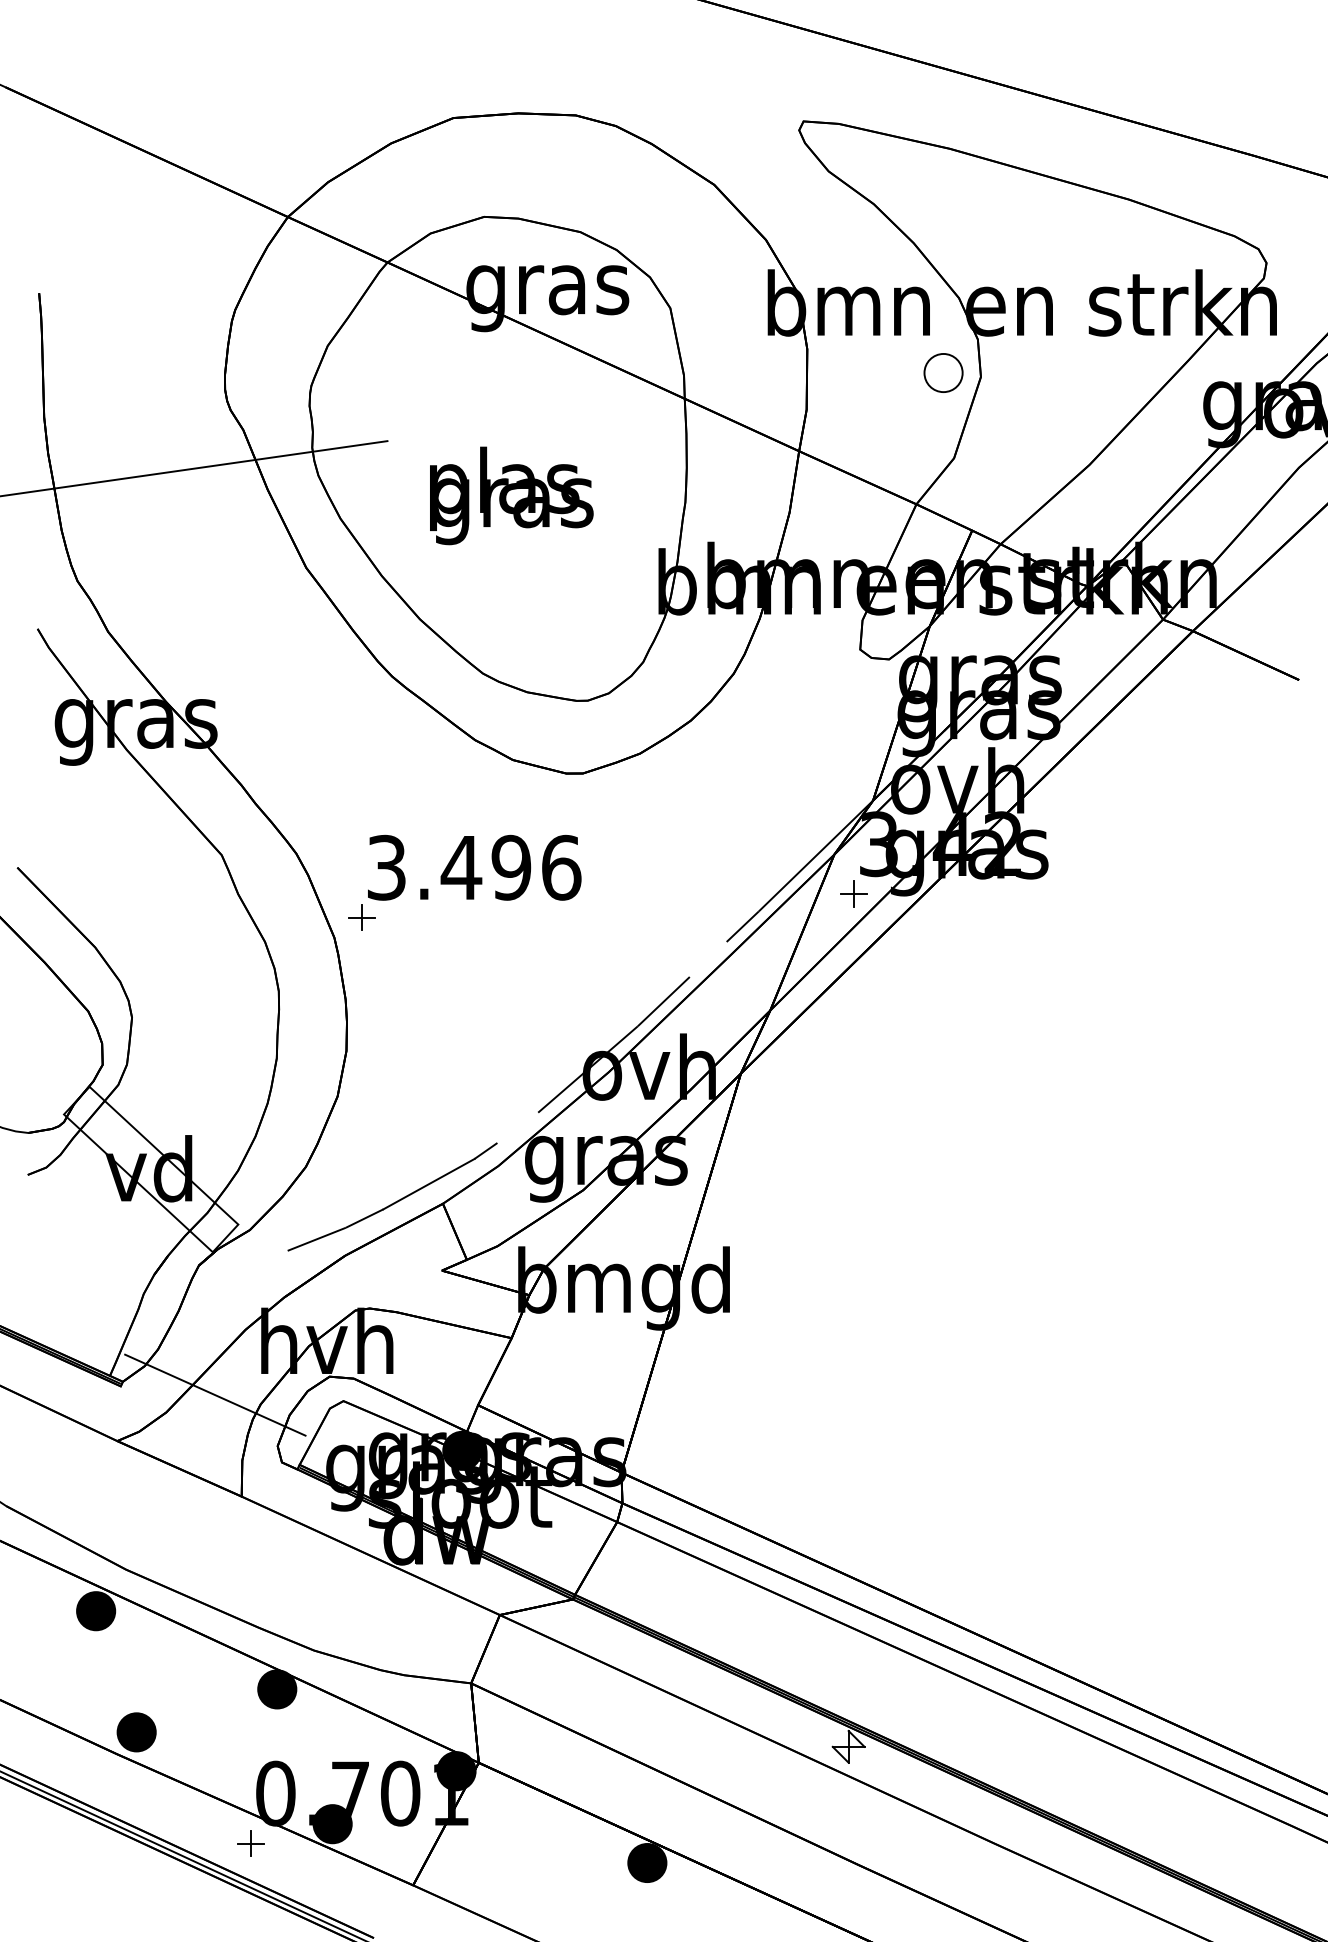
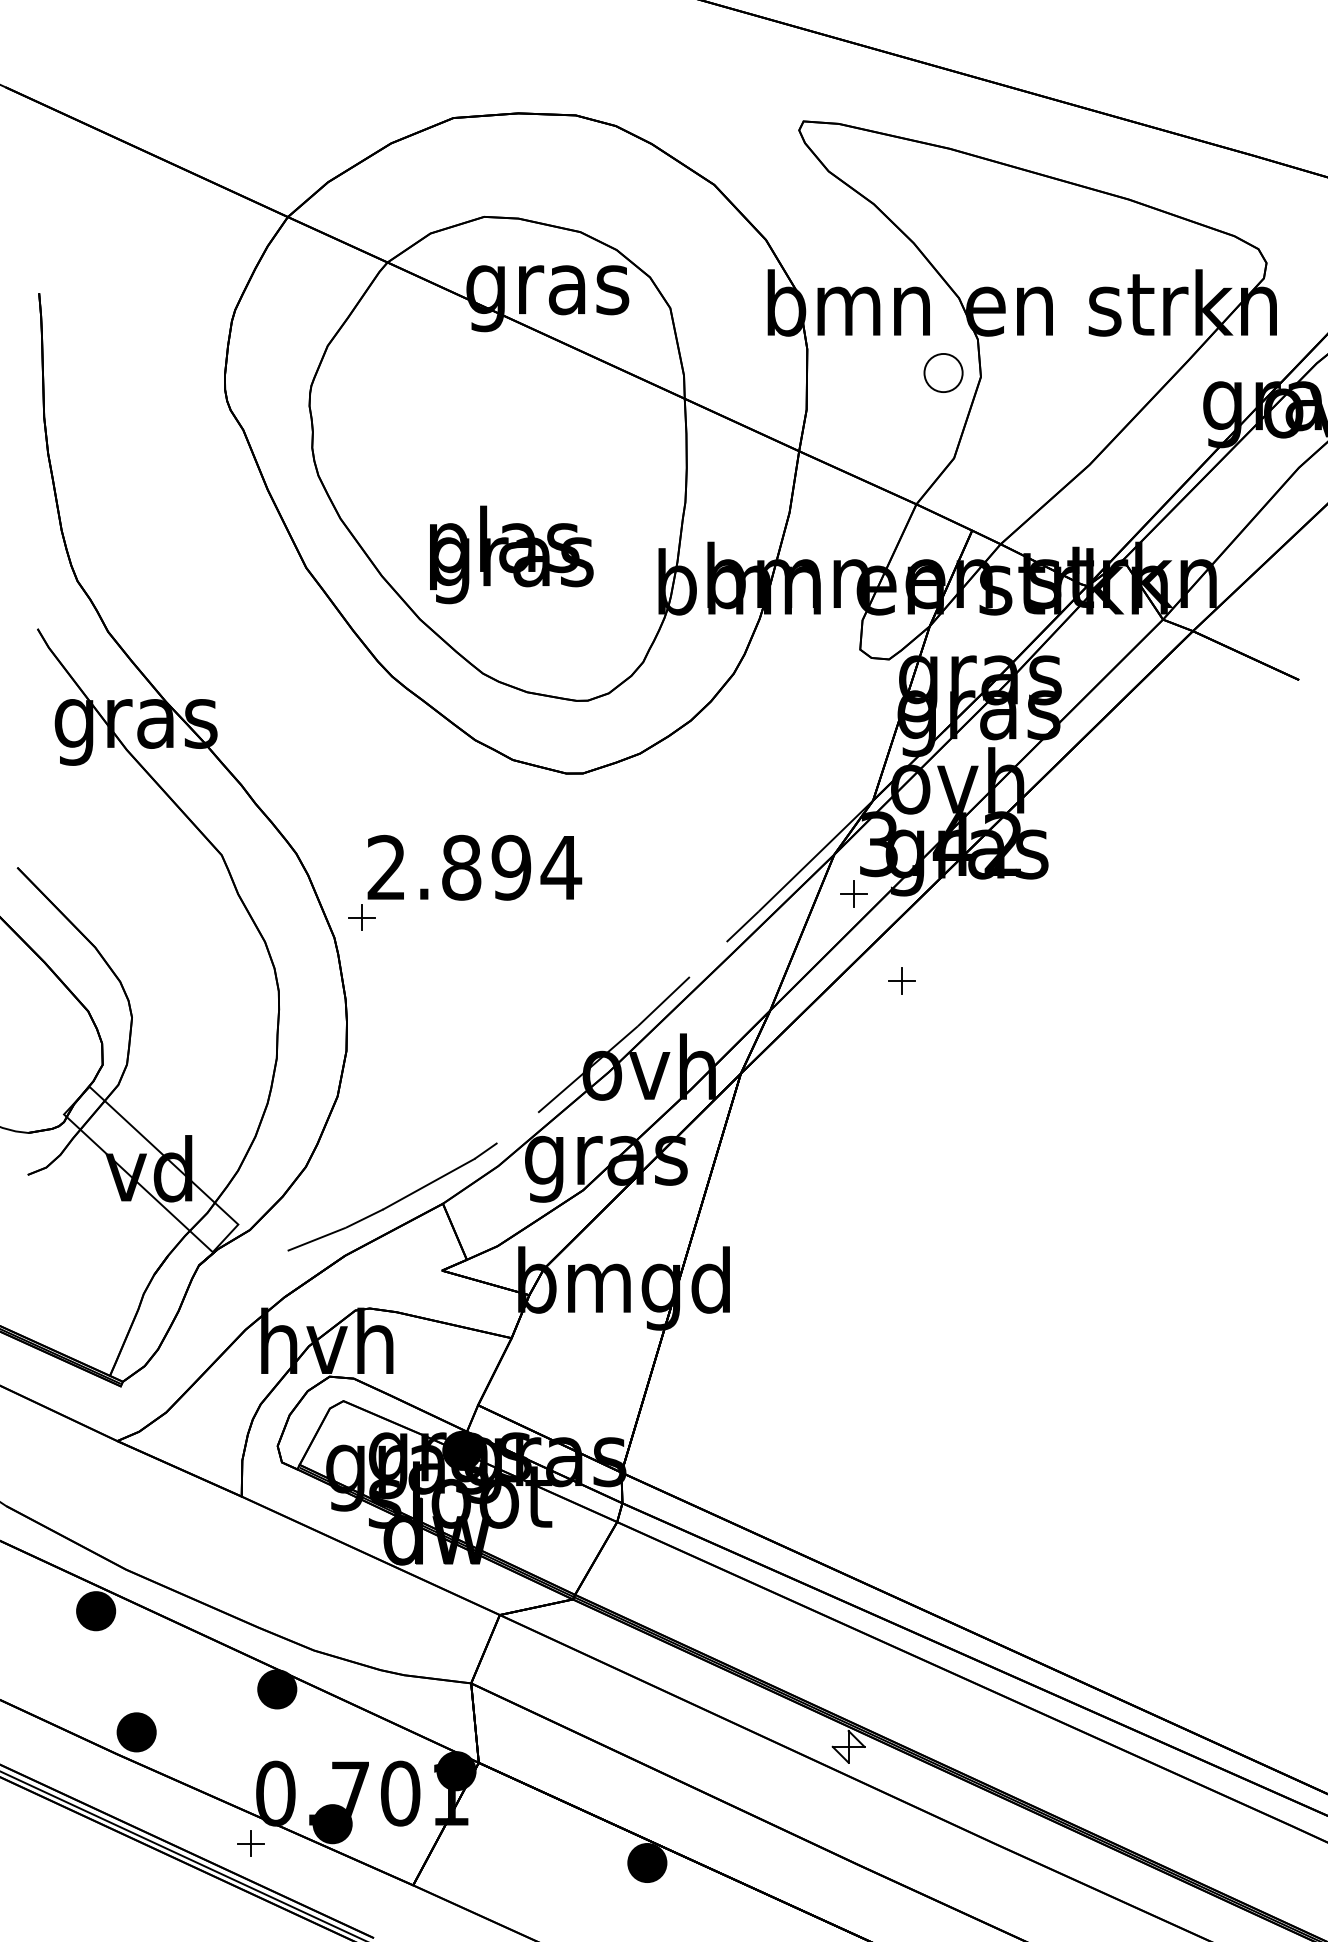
line at (194, 468): present -> none
text at (511, 495) position: (511, 495) -> (511, 554)
text at (474, 867): 3.496 -> 2.894
part at (901, 980): none -> present
line at (215, 1394): present -> none
